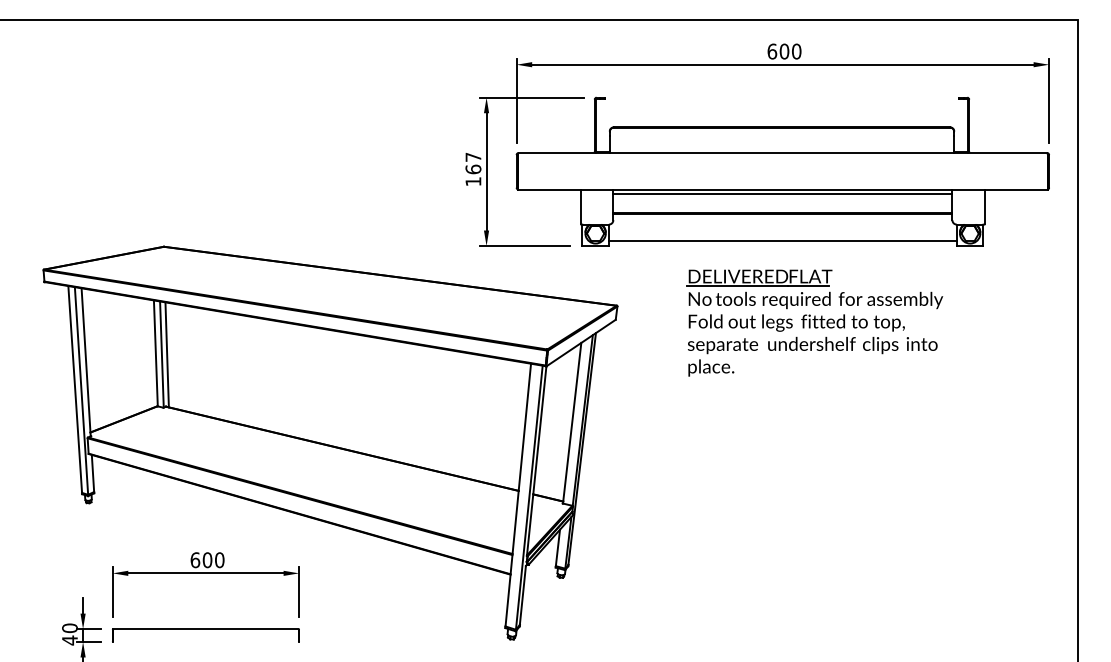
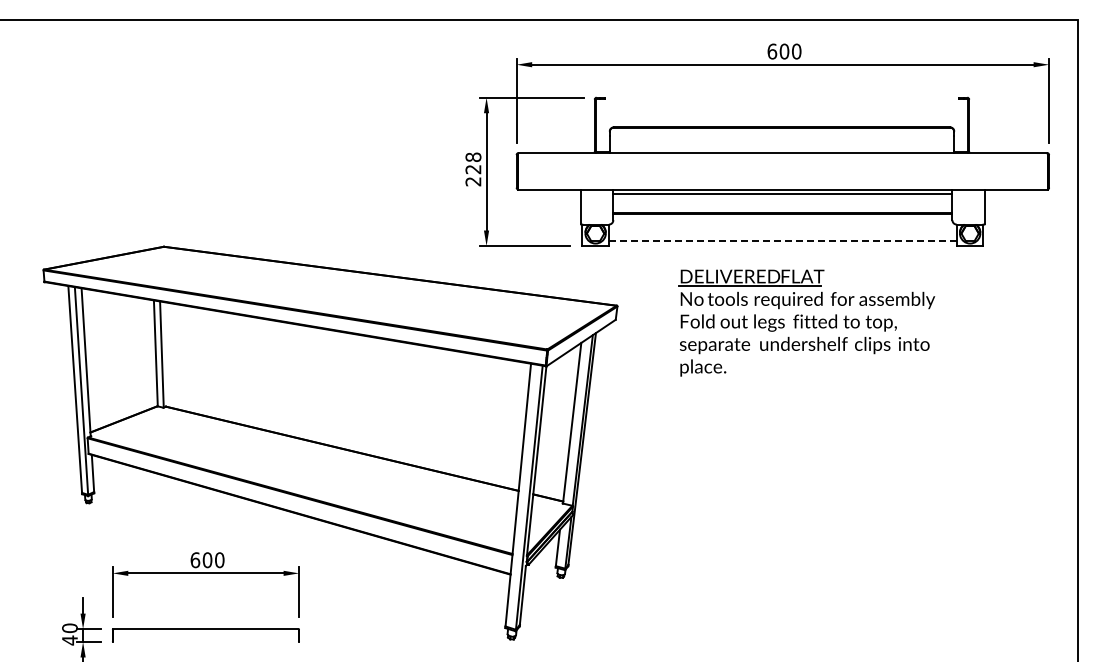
text at (473, 169): 167 -> 228
line at (782, 240): solid -> dashed
part at (814, 322) position: (814, 322) -> (806, 322)
line at (166, 354): present -> none
